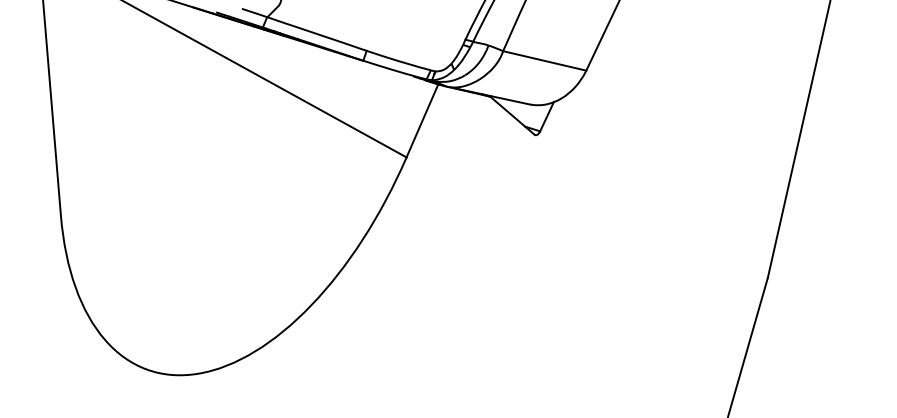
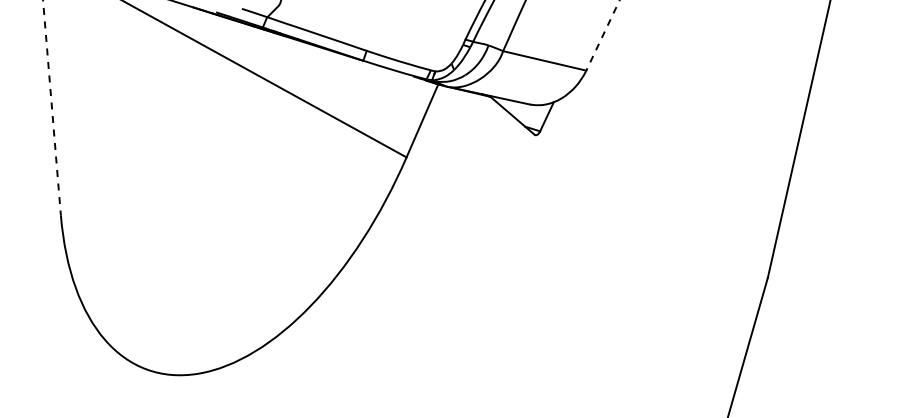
line at (603, 35): solid -> dashed
line at (51, 107): solid -> dashed
